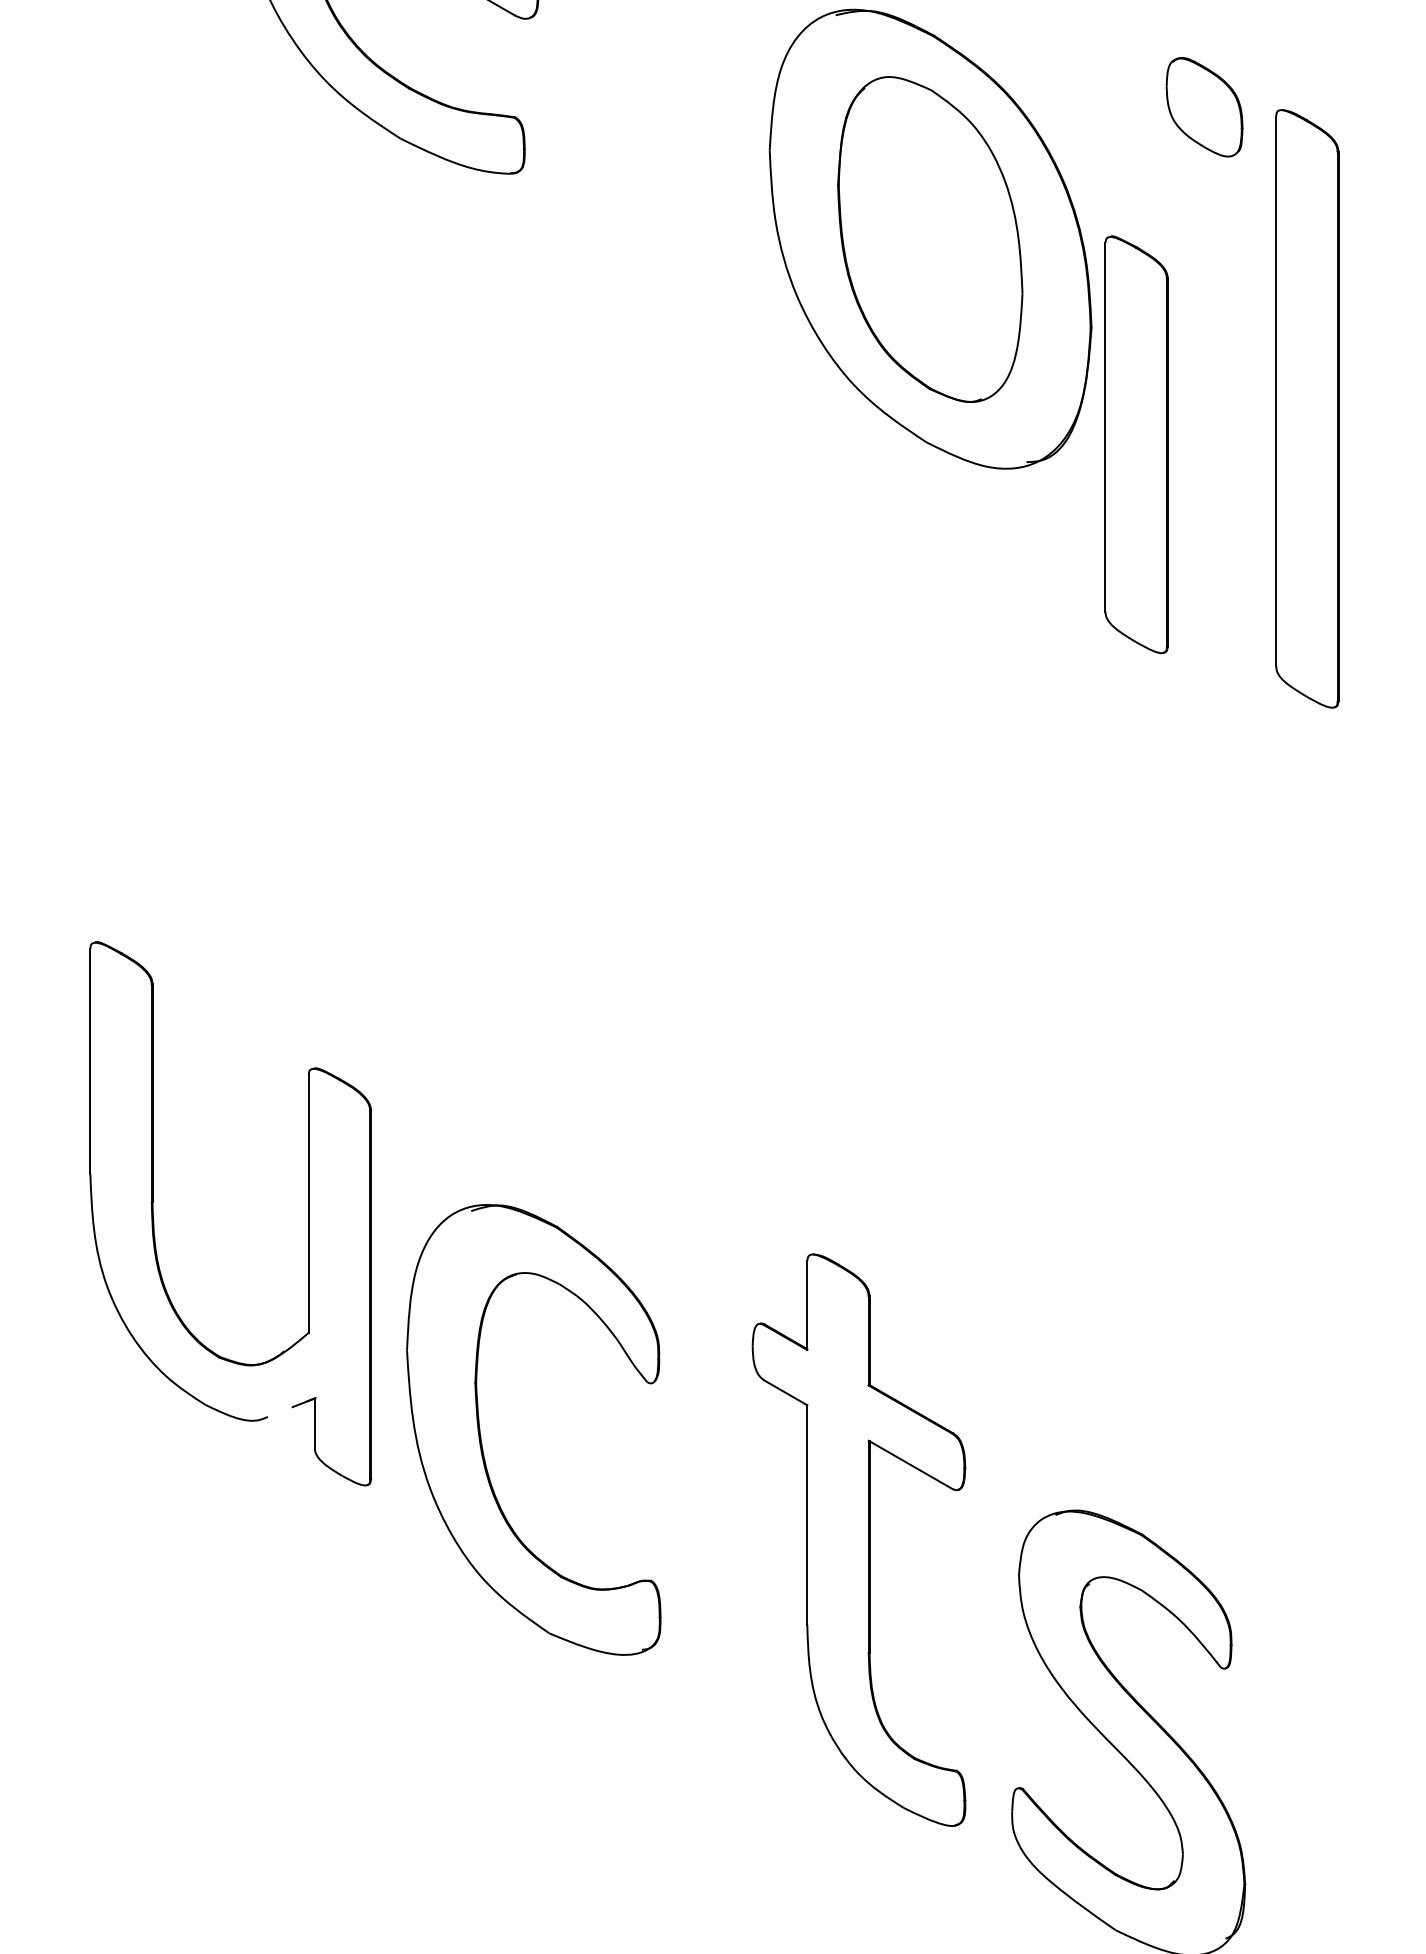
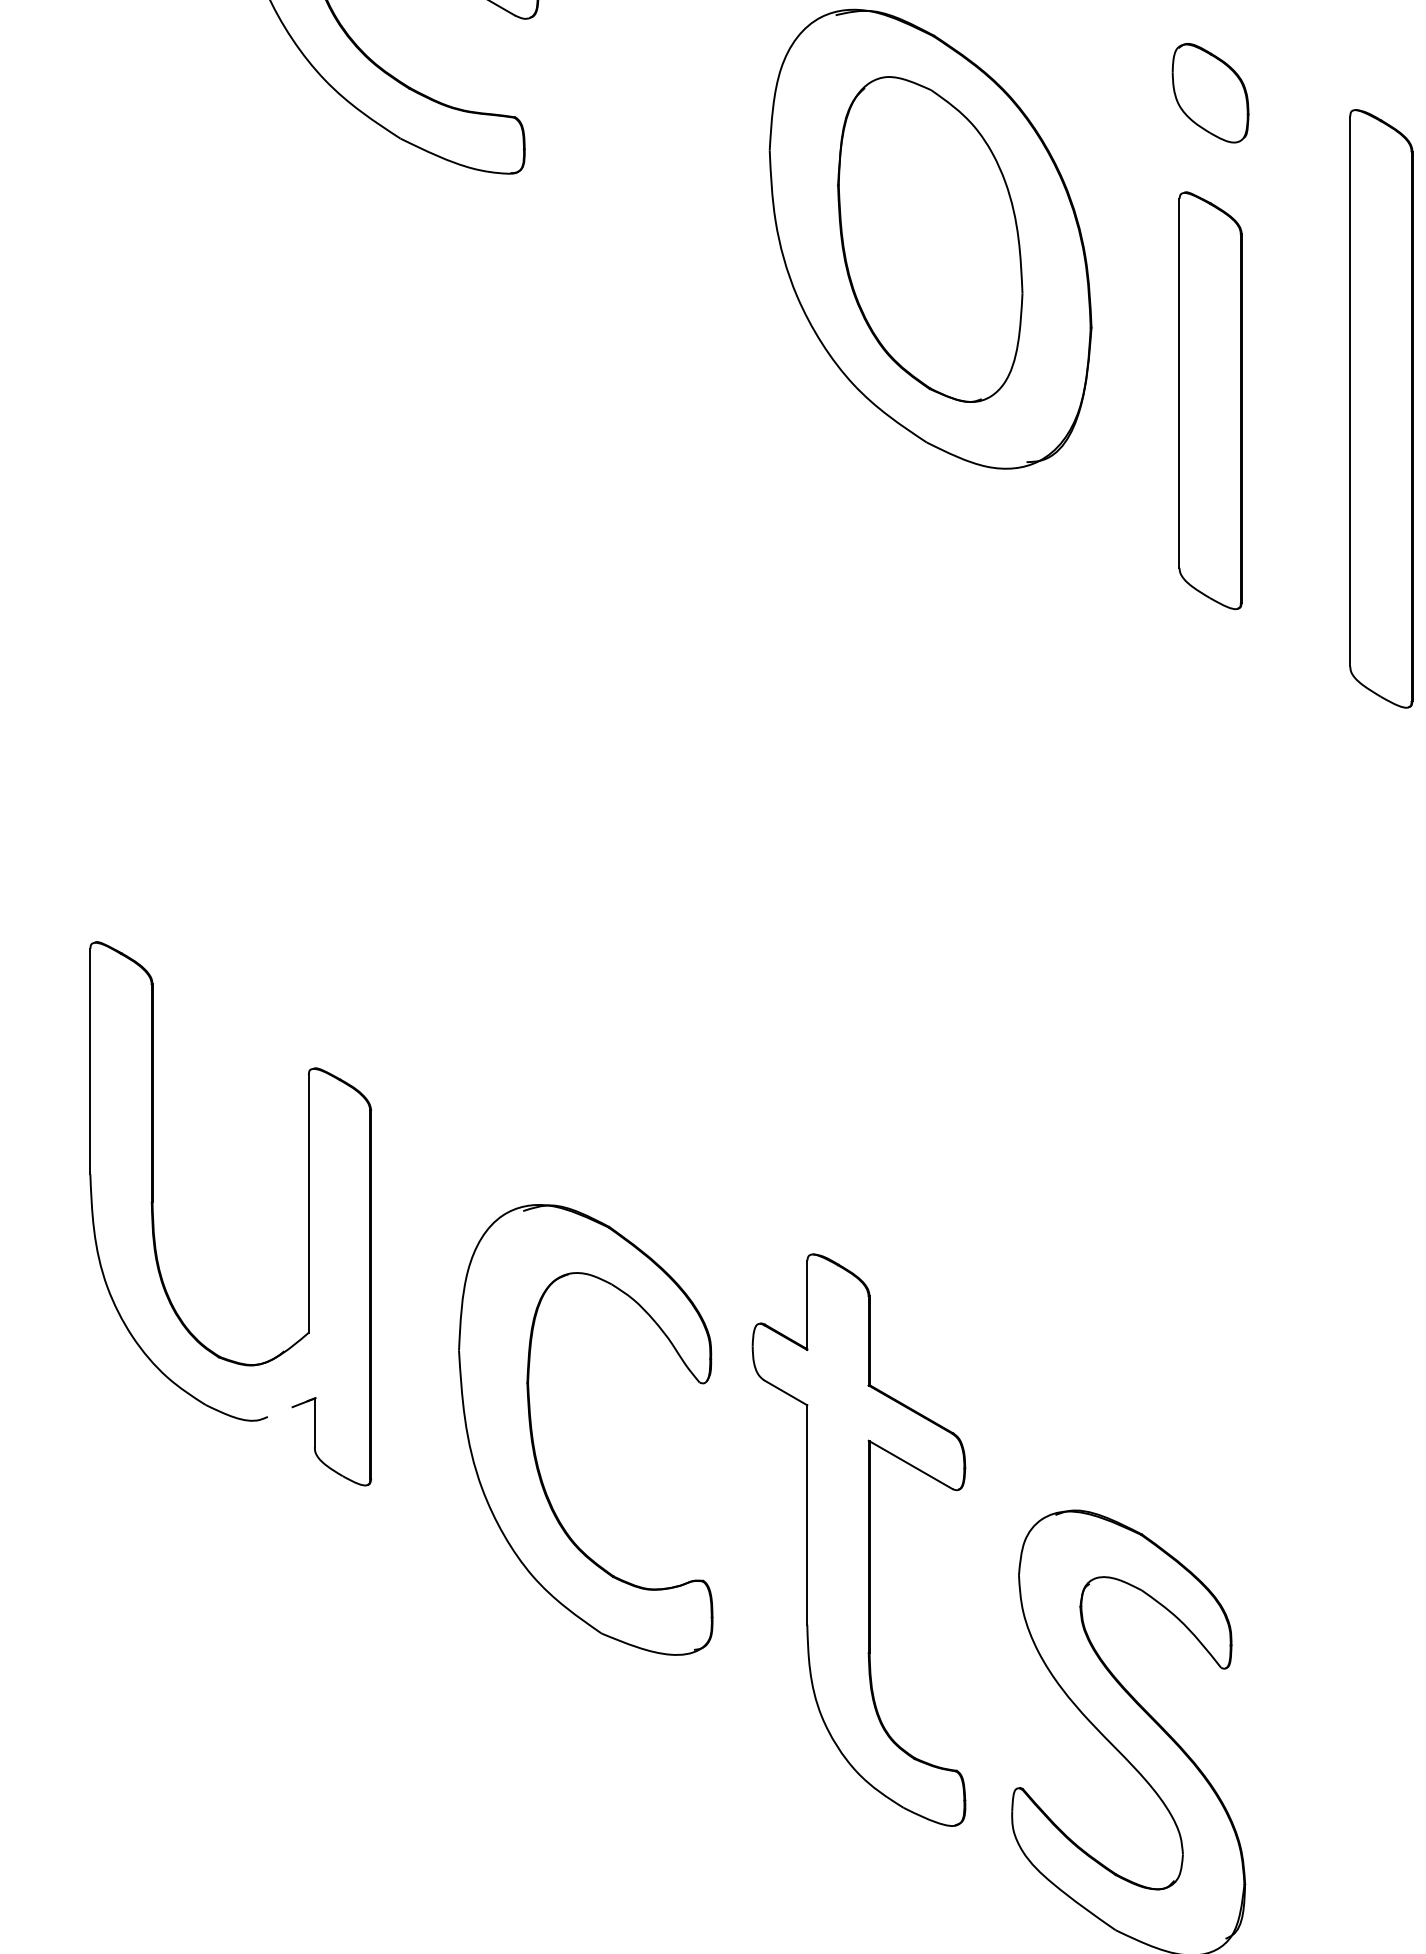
part at (1204, 107) position: (1204, 107) -> (1210, 93)
part at (1307, 408) position: (1307, 408) -> (1381, 408)
part at (1136, 444) position: (1136, 444) -> (1210, 400)
part at (481, 1436) position: (481, 1436) -> (533, 1436)
